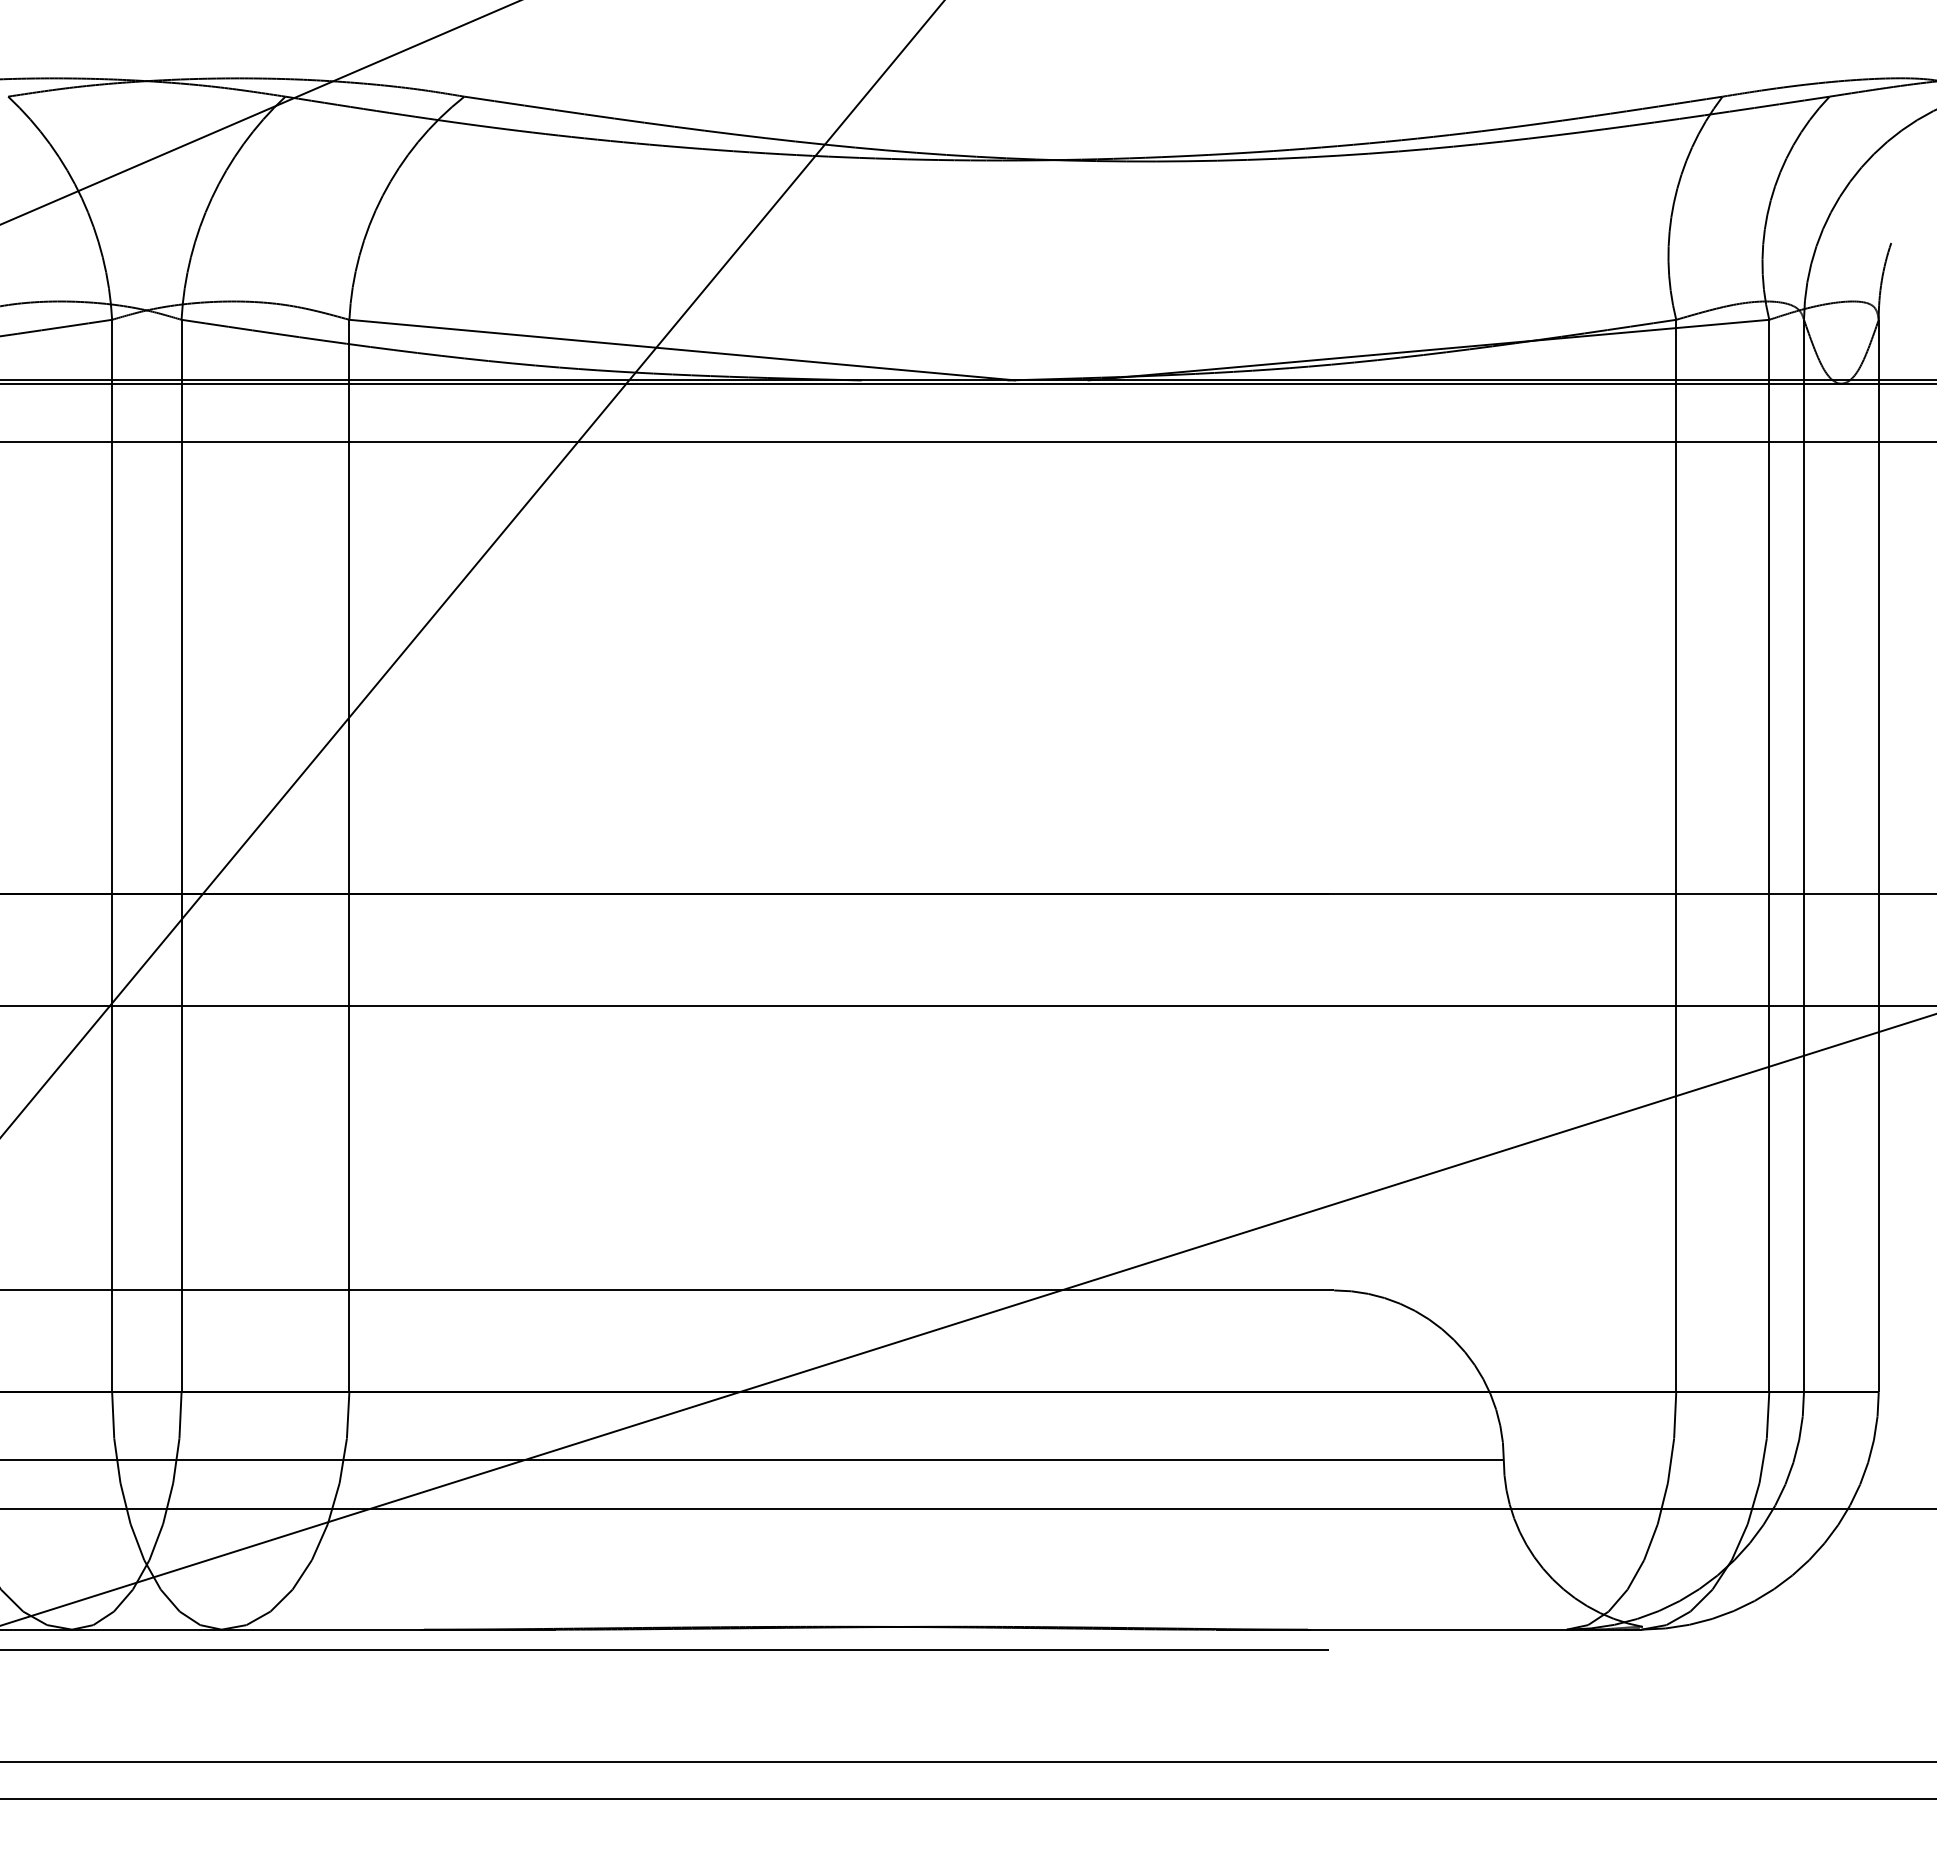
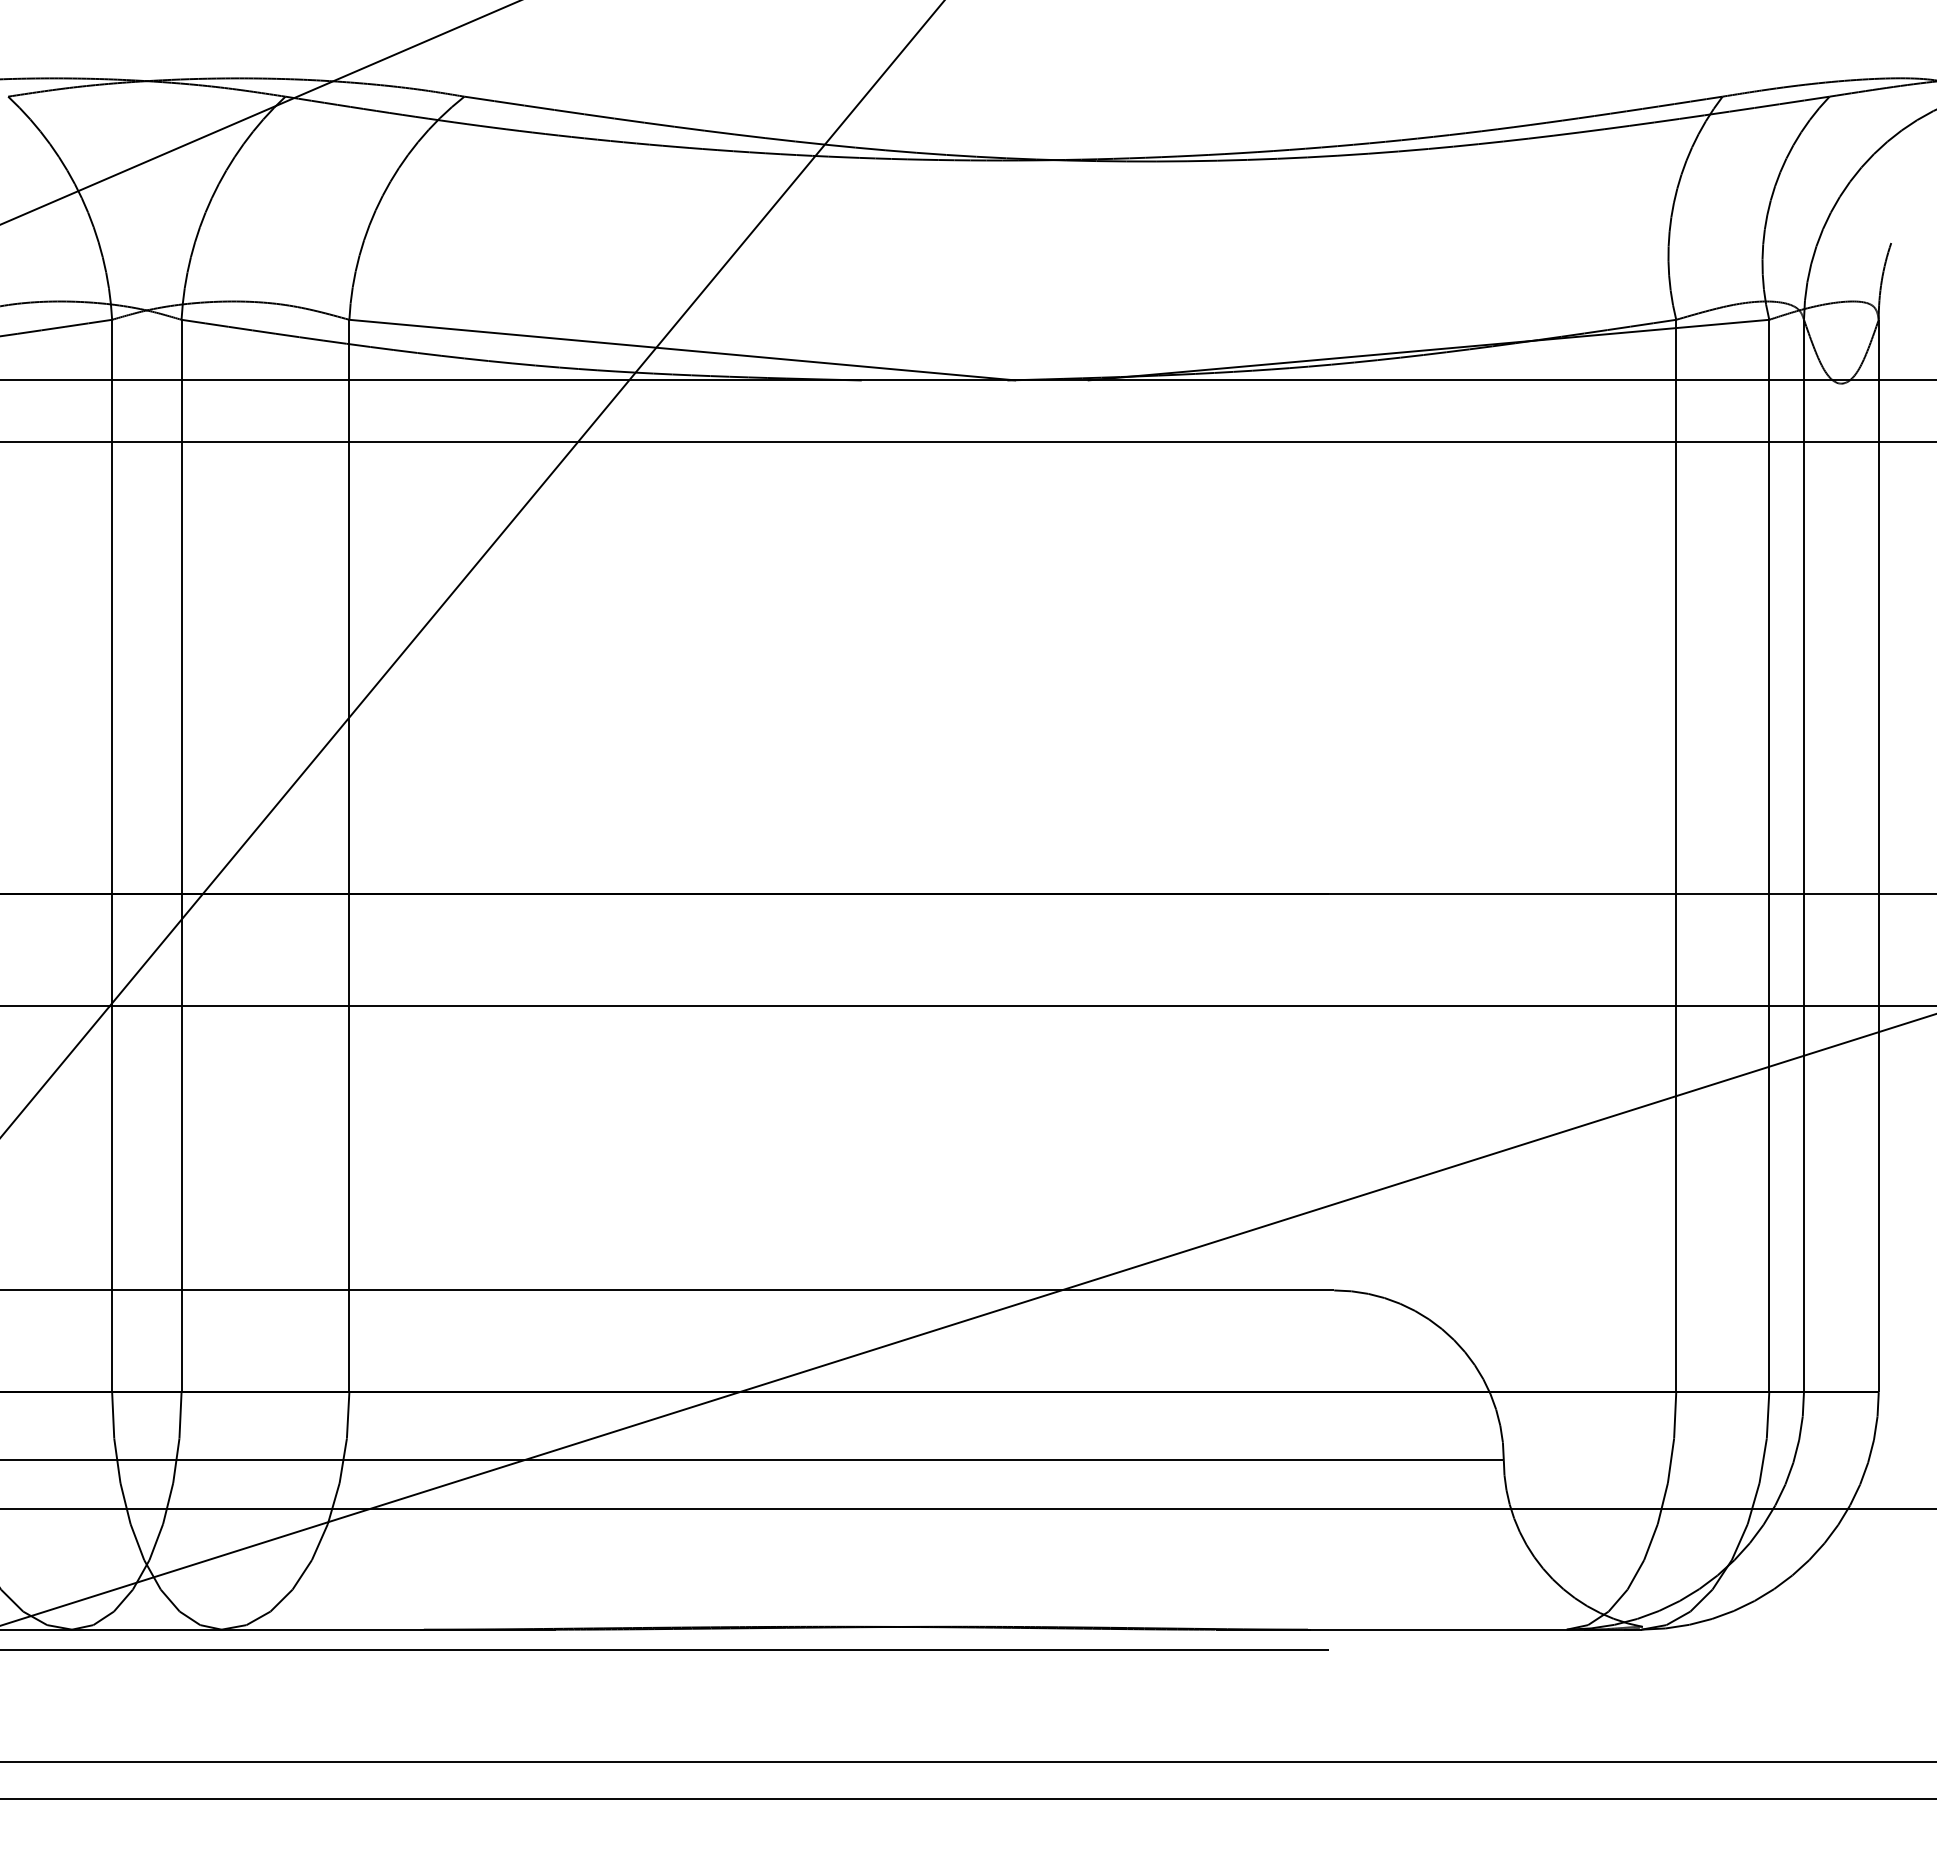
line at (967, 384): present -> none
